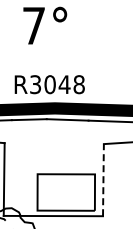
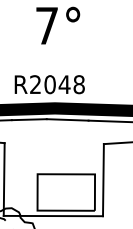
text at (45, 25) position: (45, 25) -> (58, 25)
text at (35, 84): R3048 -> R2048
line at (103, 179): dashed -> solid
